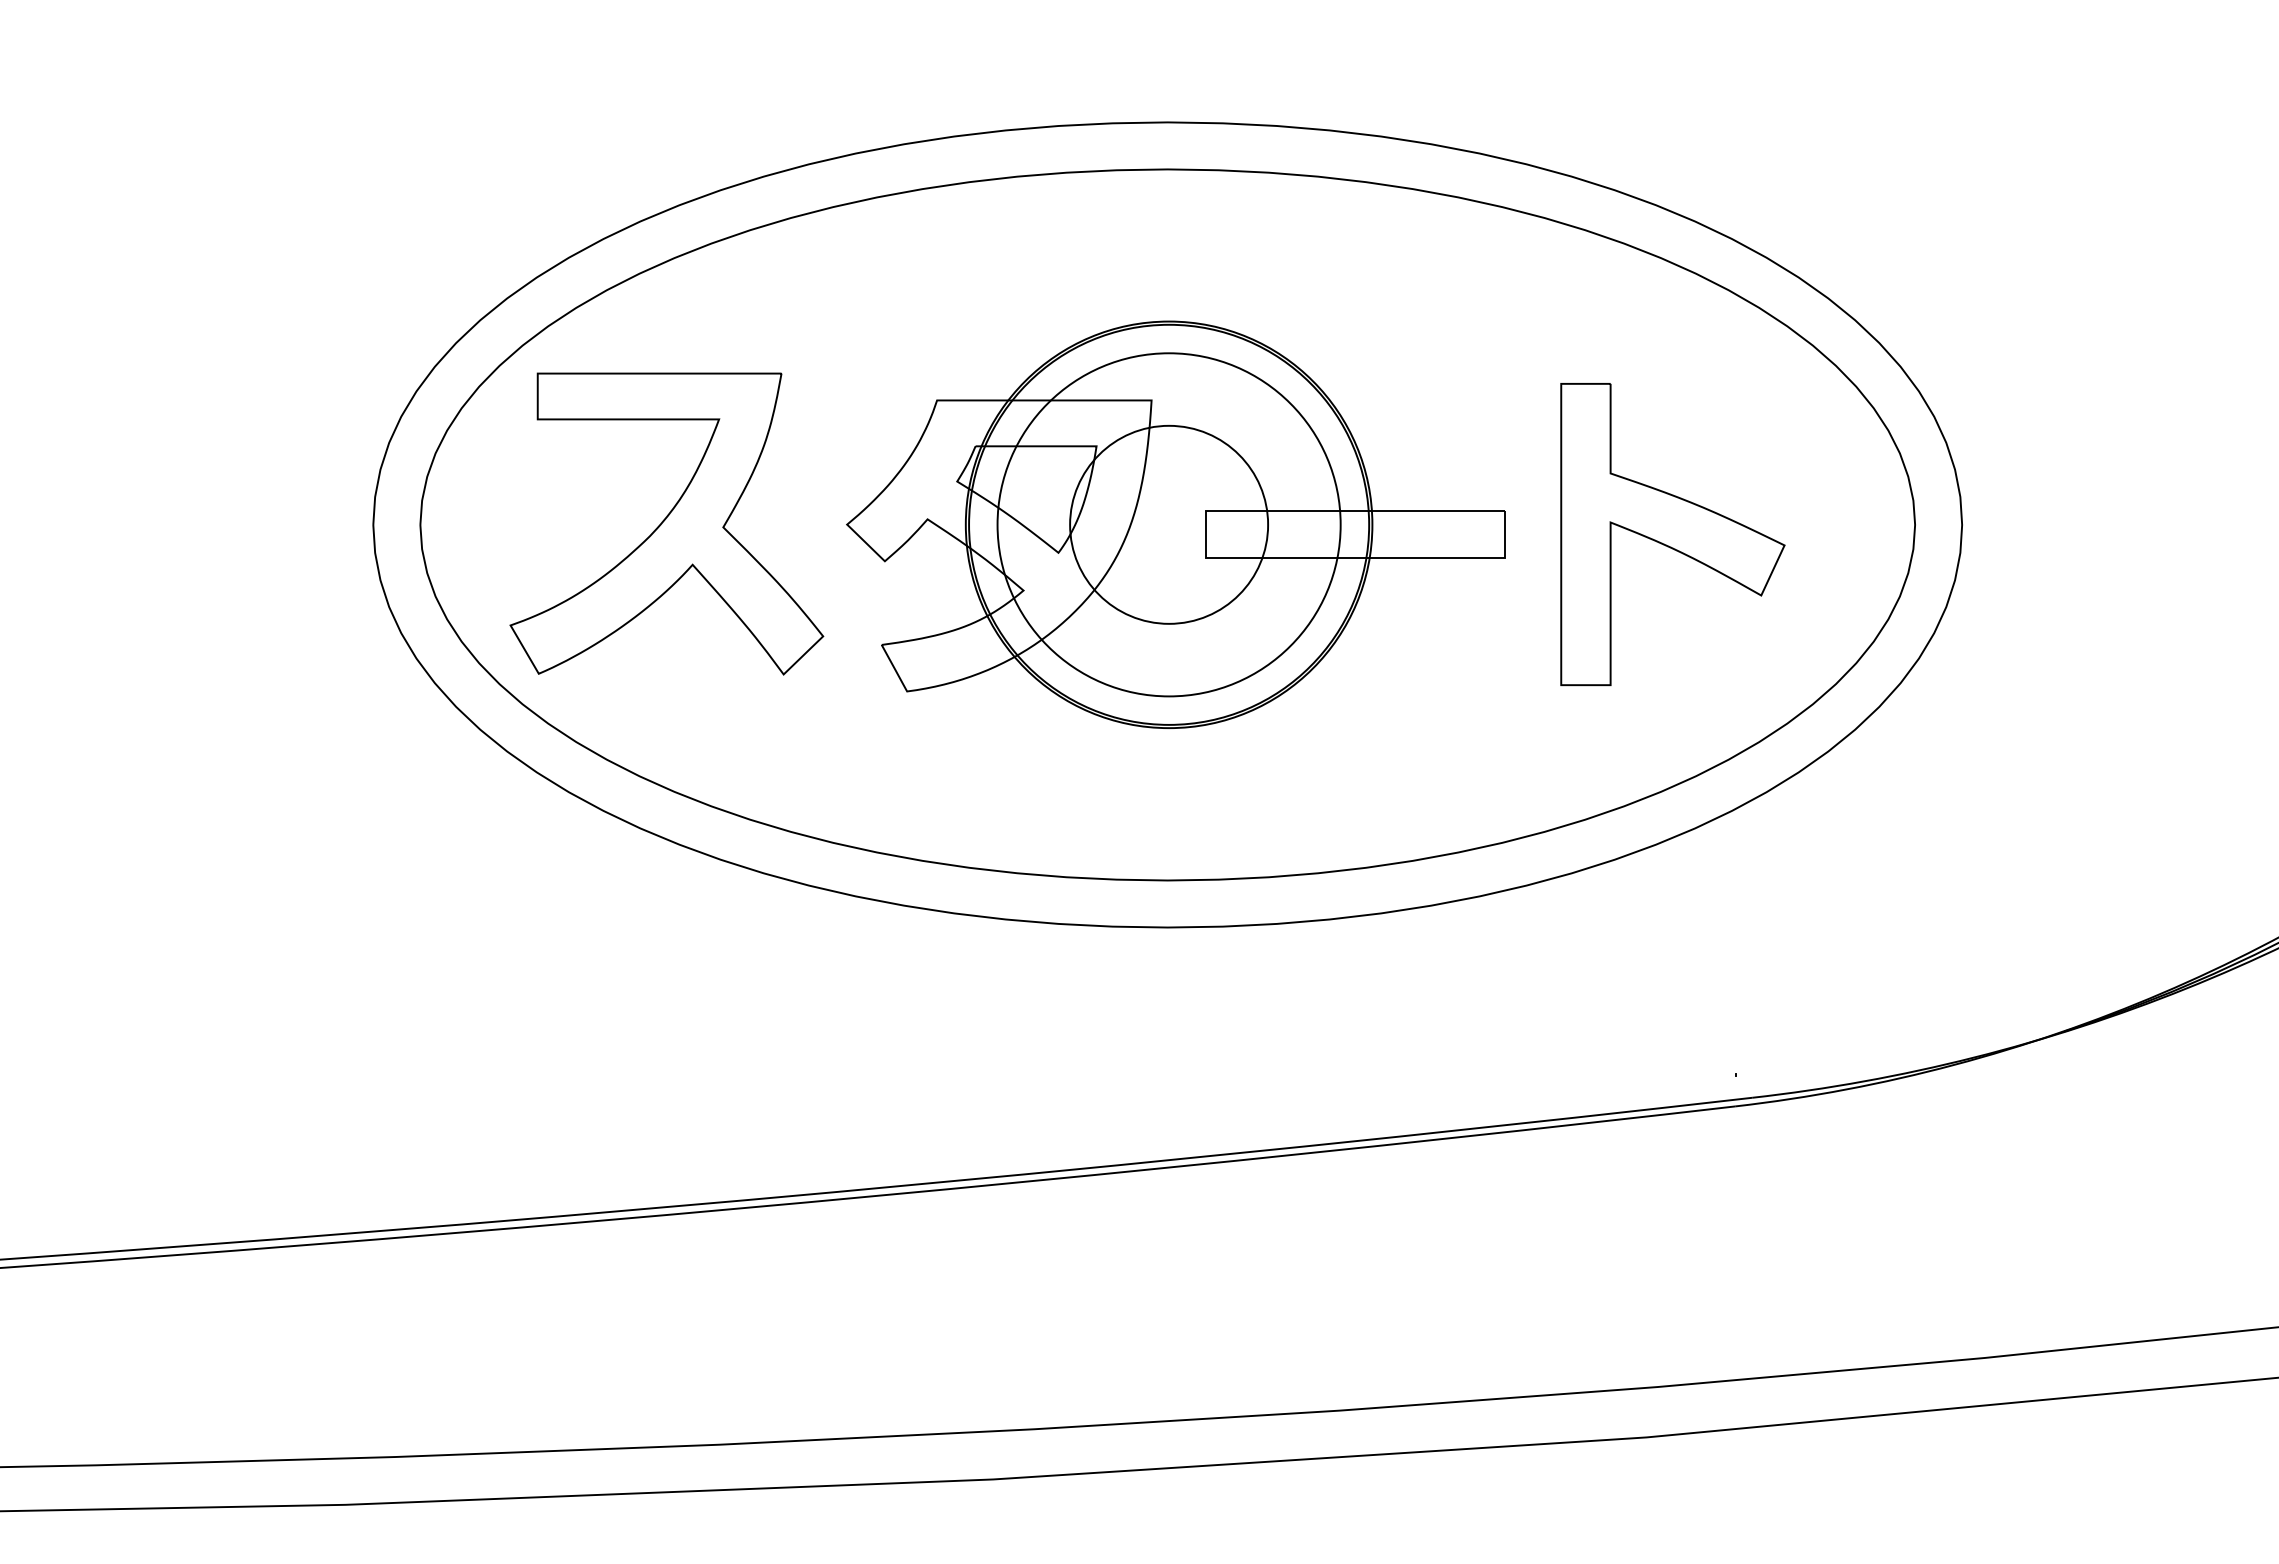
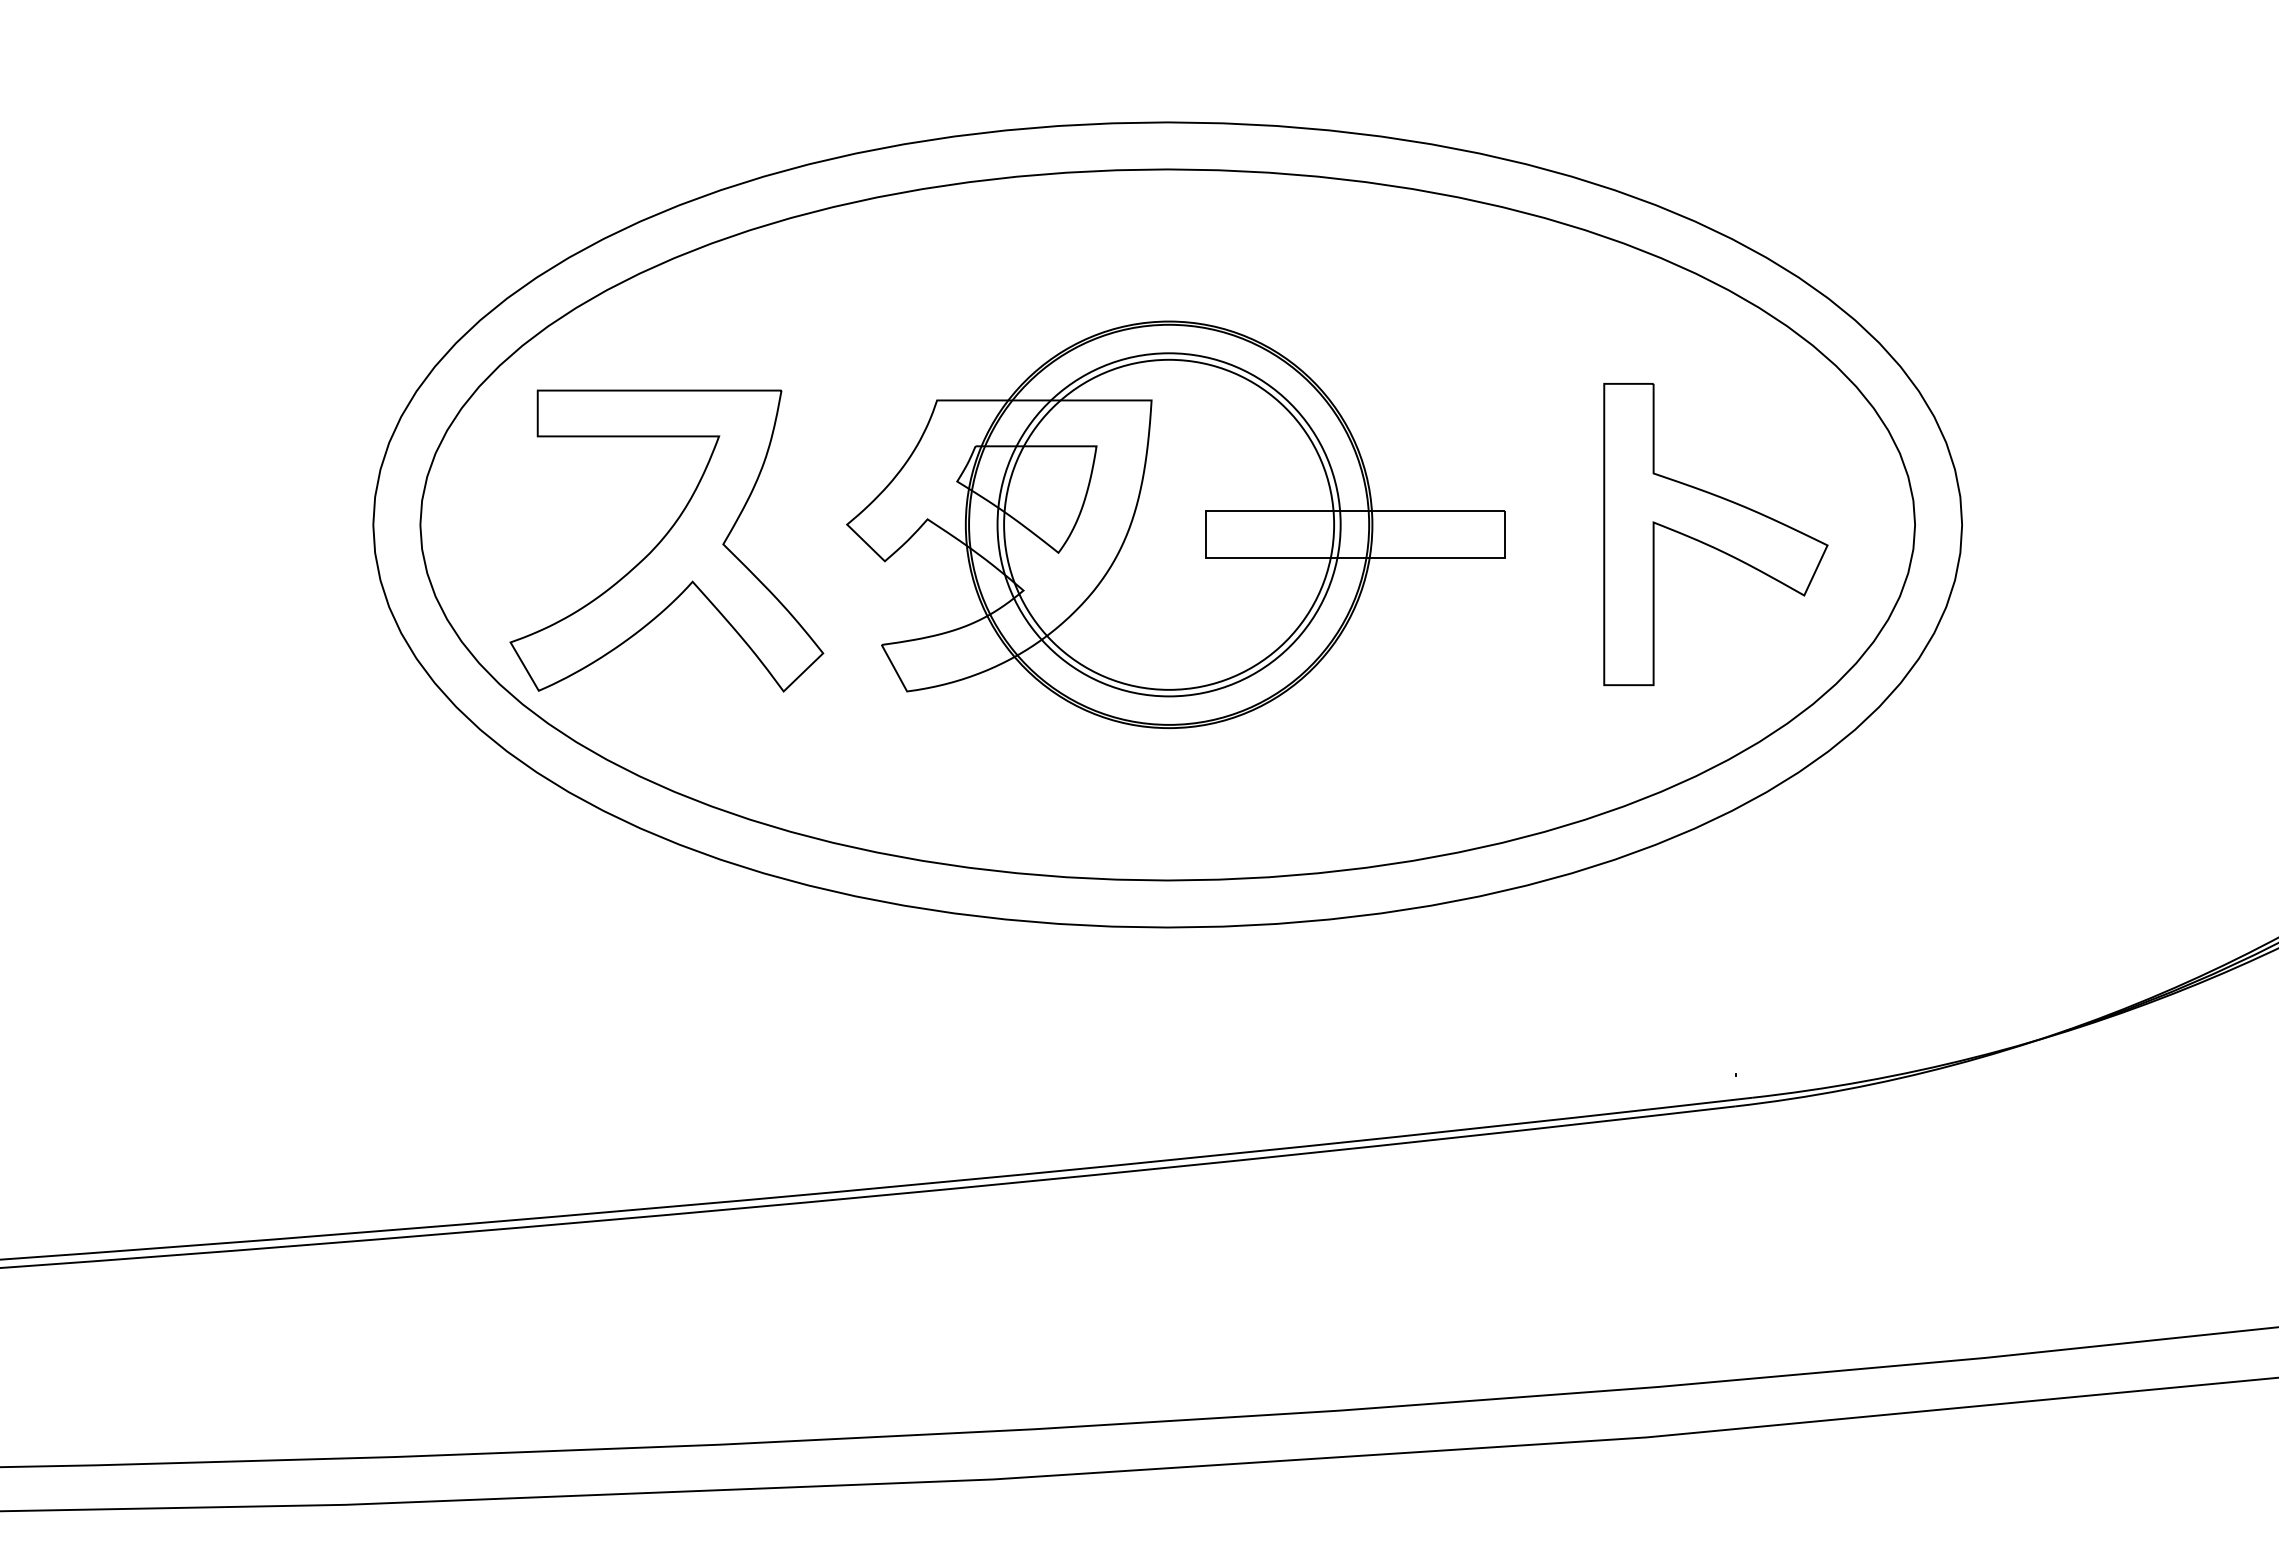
part at (666, 523) position: (666, 523) -> (666, 540)
circle at (1169, 524) diameter: 198 px -> 330 px
part at (1672, 534) position: (1672, 534) -> (1715, 534)
